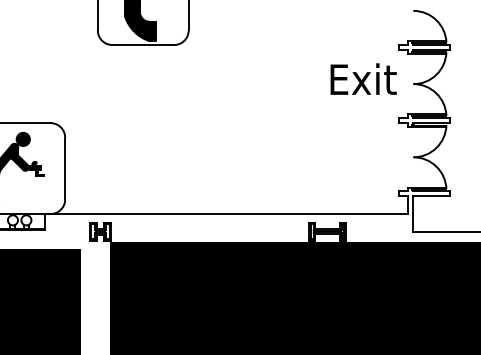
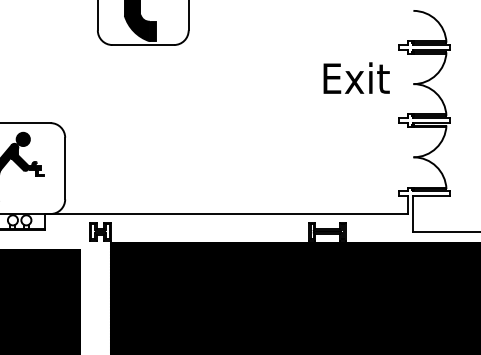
text at (363, 78) position: (363, 78) -> (356, 77)
